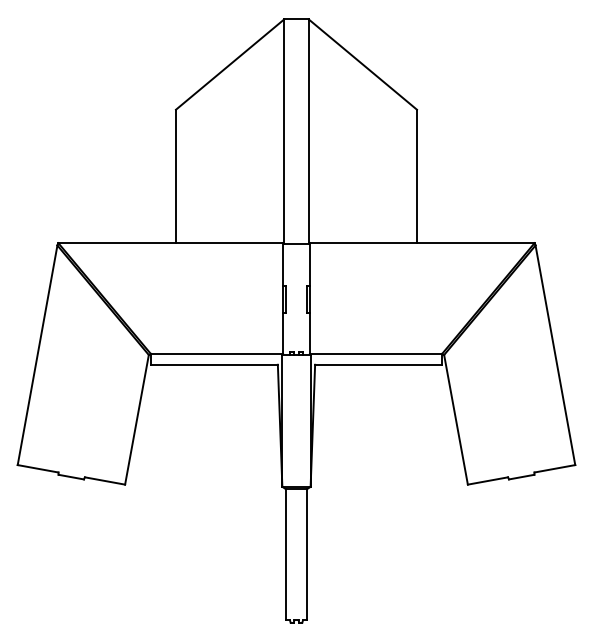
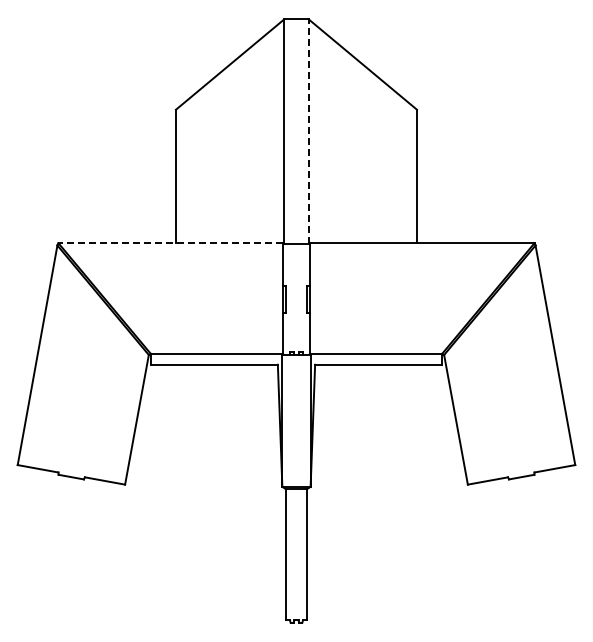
line at (309, 131): solid -> dashed
line at (170, 243): solid -> dashed
